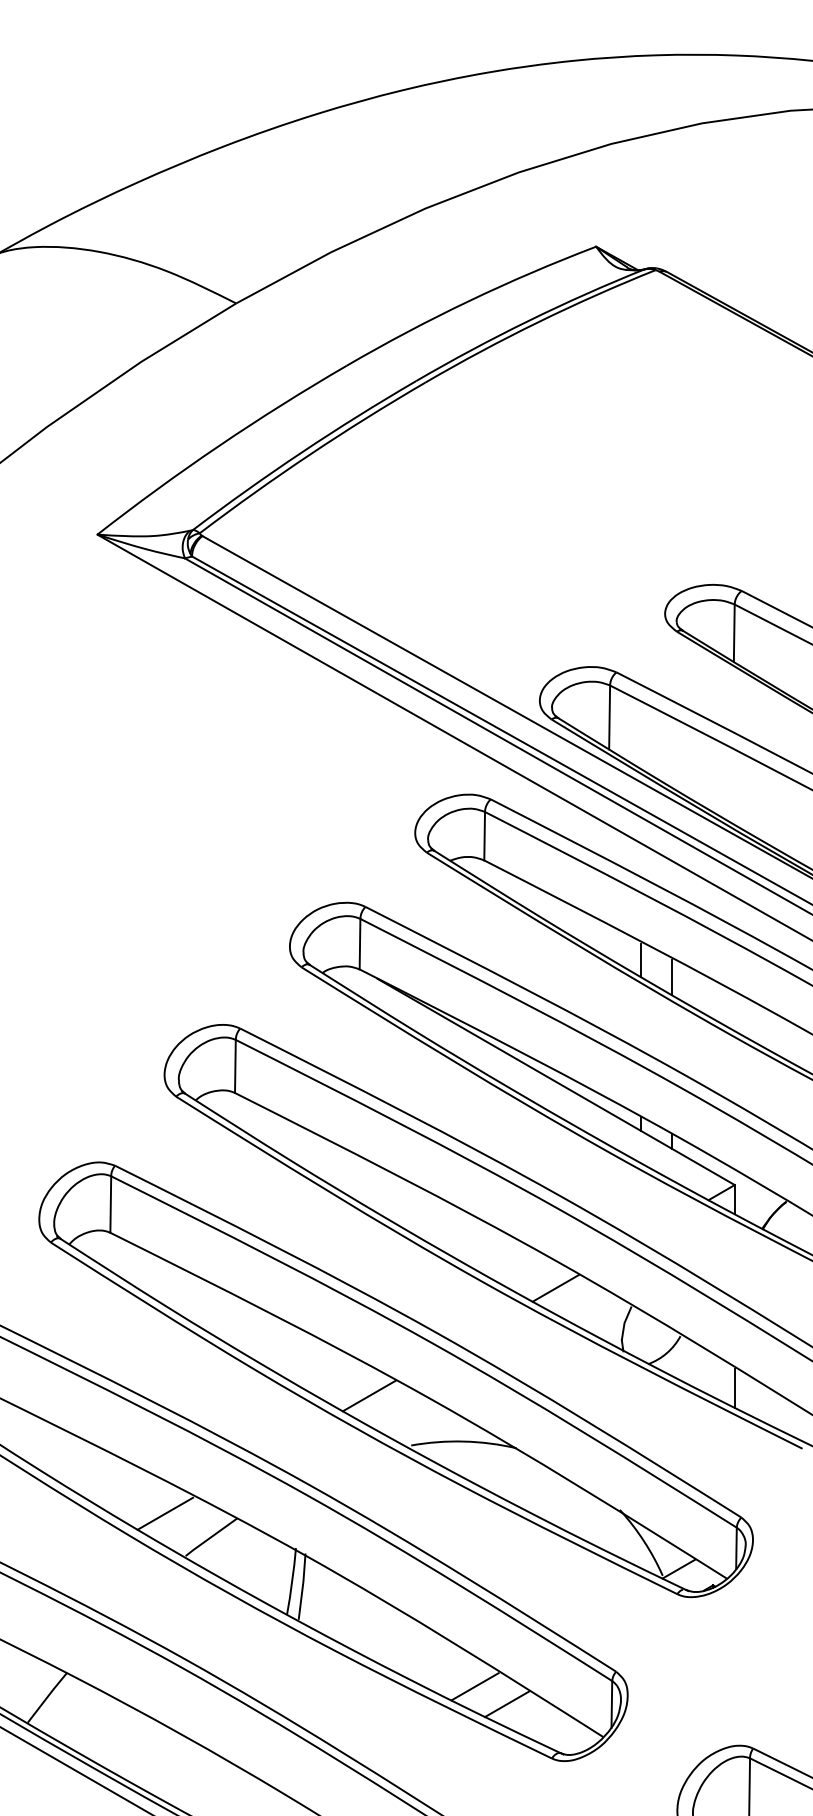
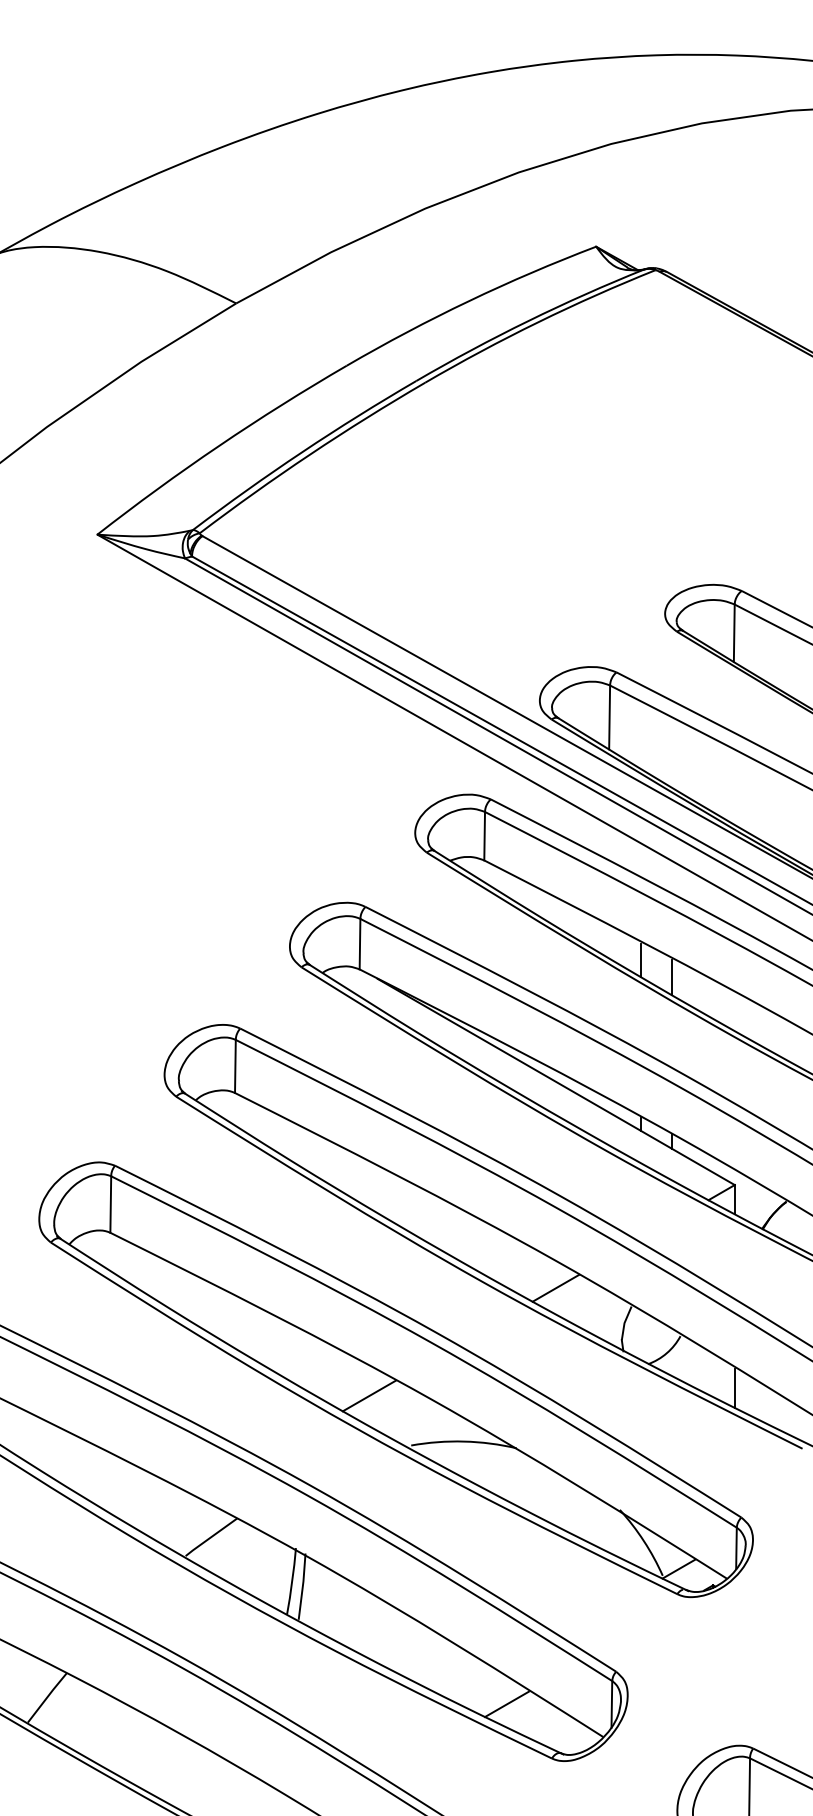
line at (165, 1513): present -> none
line at (474, 1686): present -> none
line at (75, 1770): present -> none
